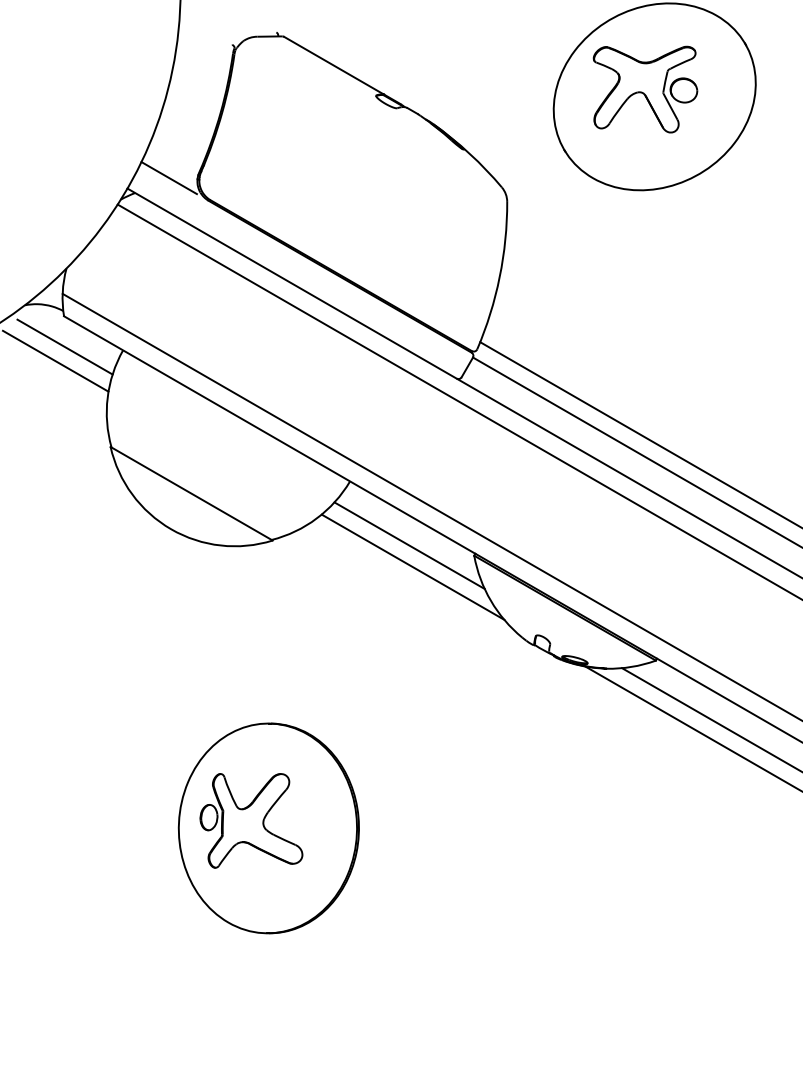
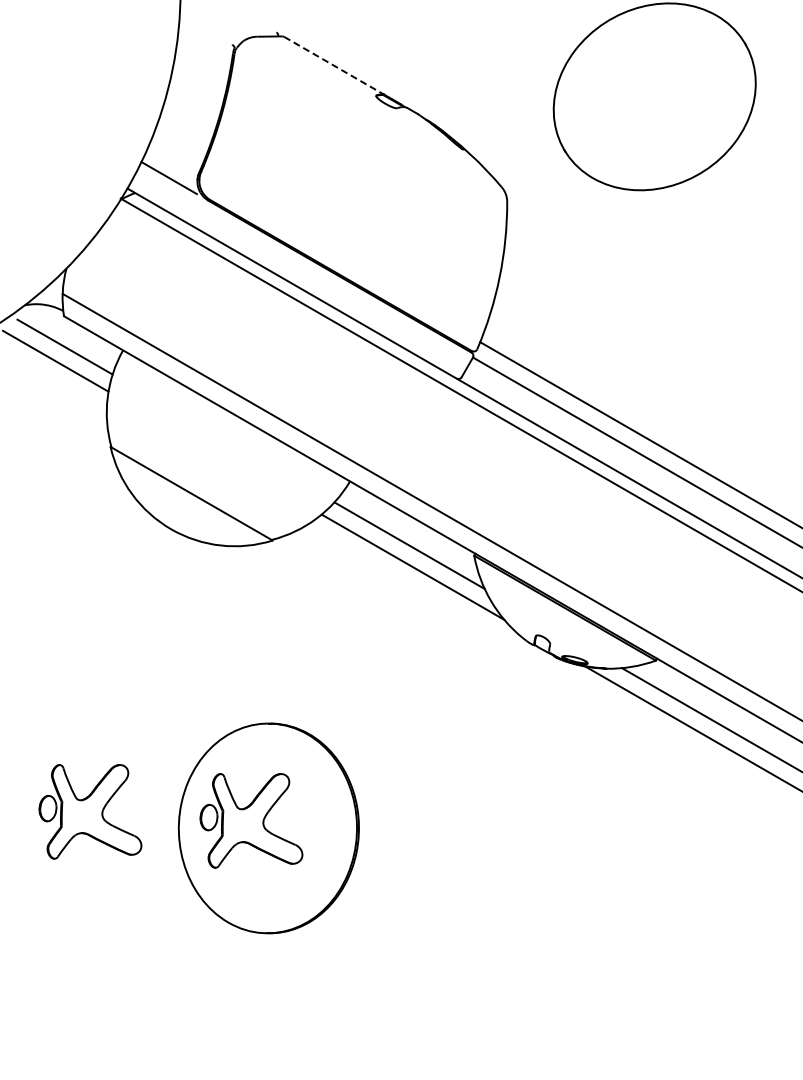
line at (334, 65): solid -> dashed
part at (645, 89): present -> none
line at (458, 401) position: (458, 401) -> (459, 394)
part at (90, 811): none -> present
